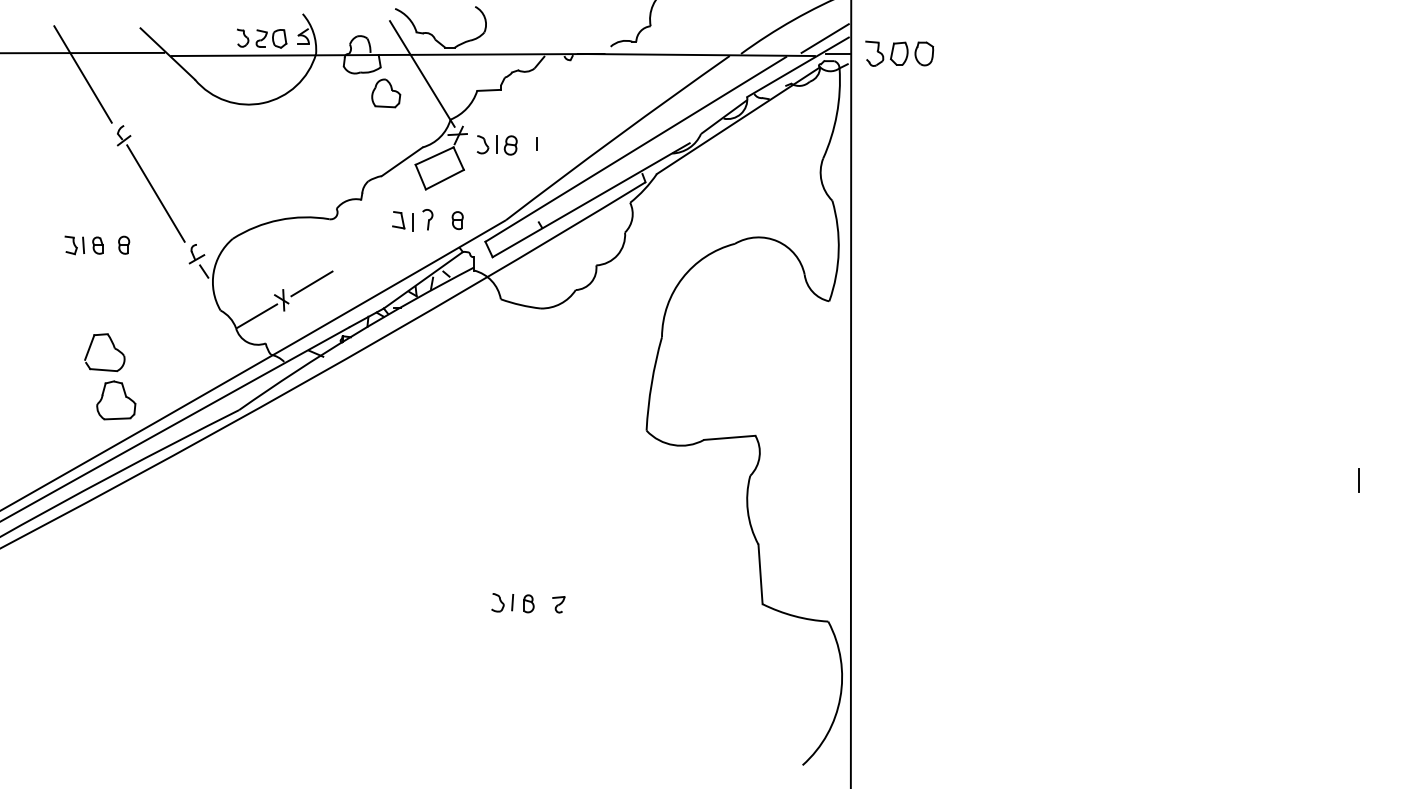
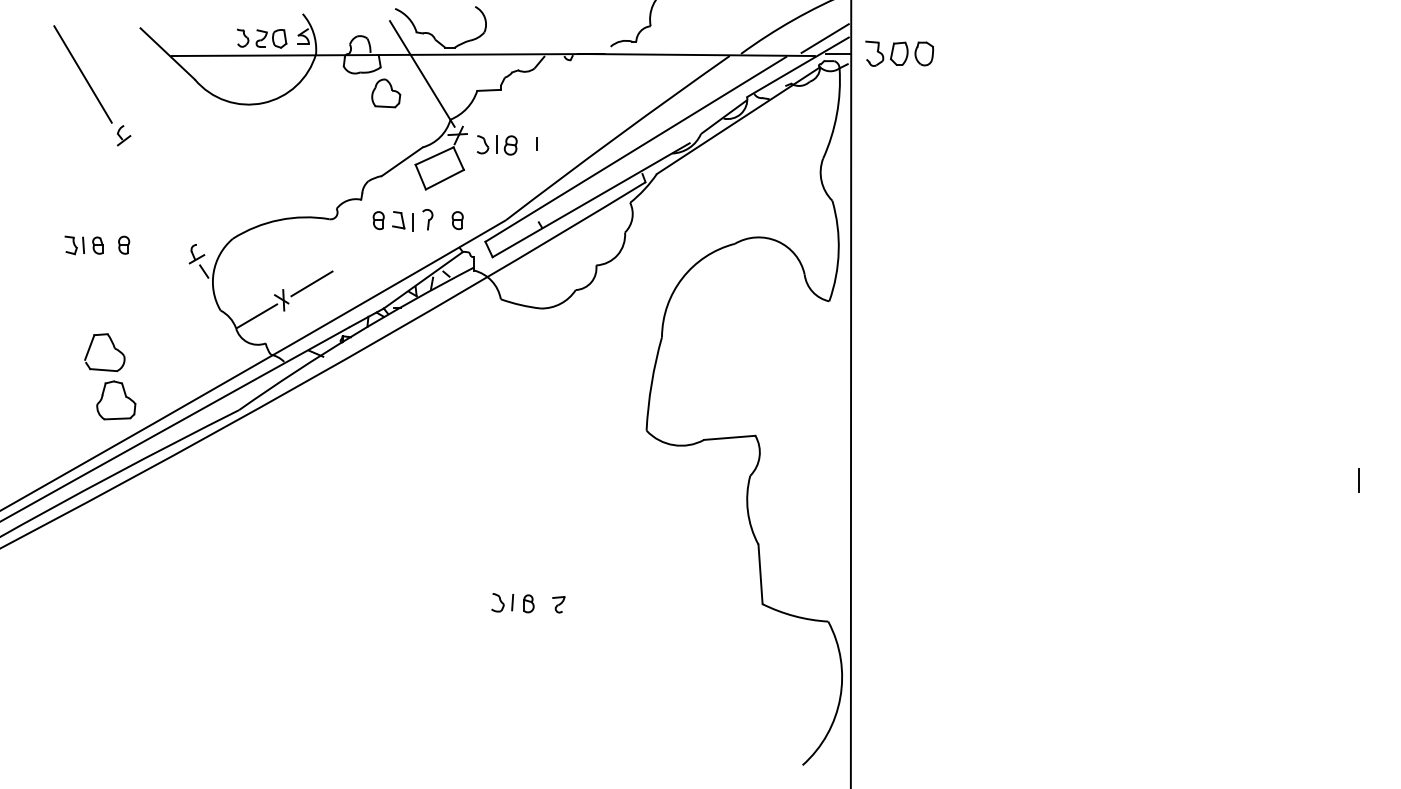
line at (83, 52): present -> none
line at (155, 193): present -> none
part at (378, 220): none -> present
